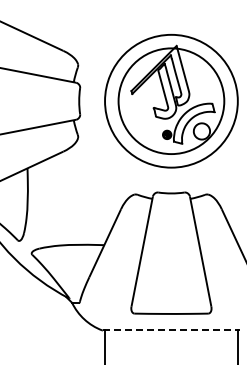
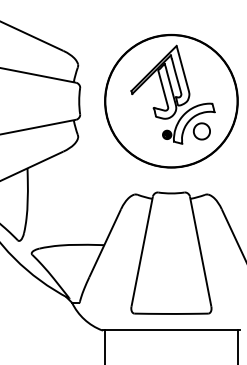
circle at (171, 101) diameter: 106 px -> 132 px
line at (171, 330): dashed -> solid
